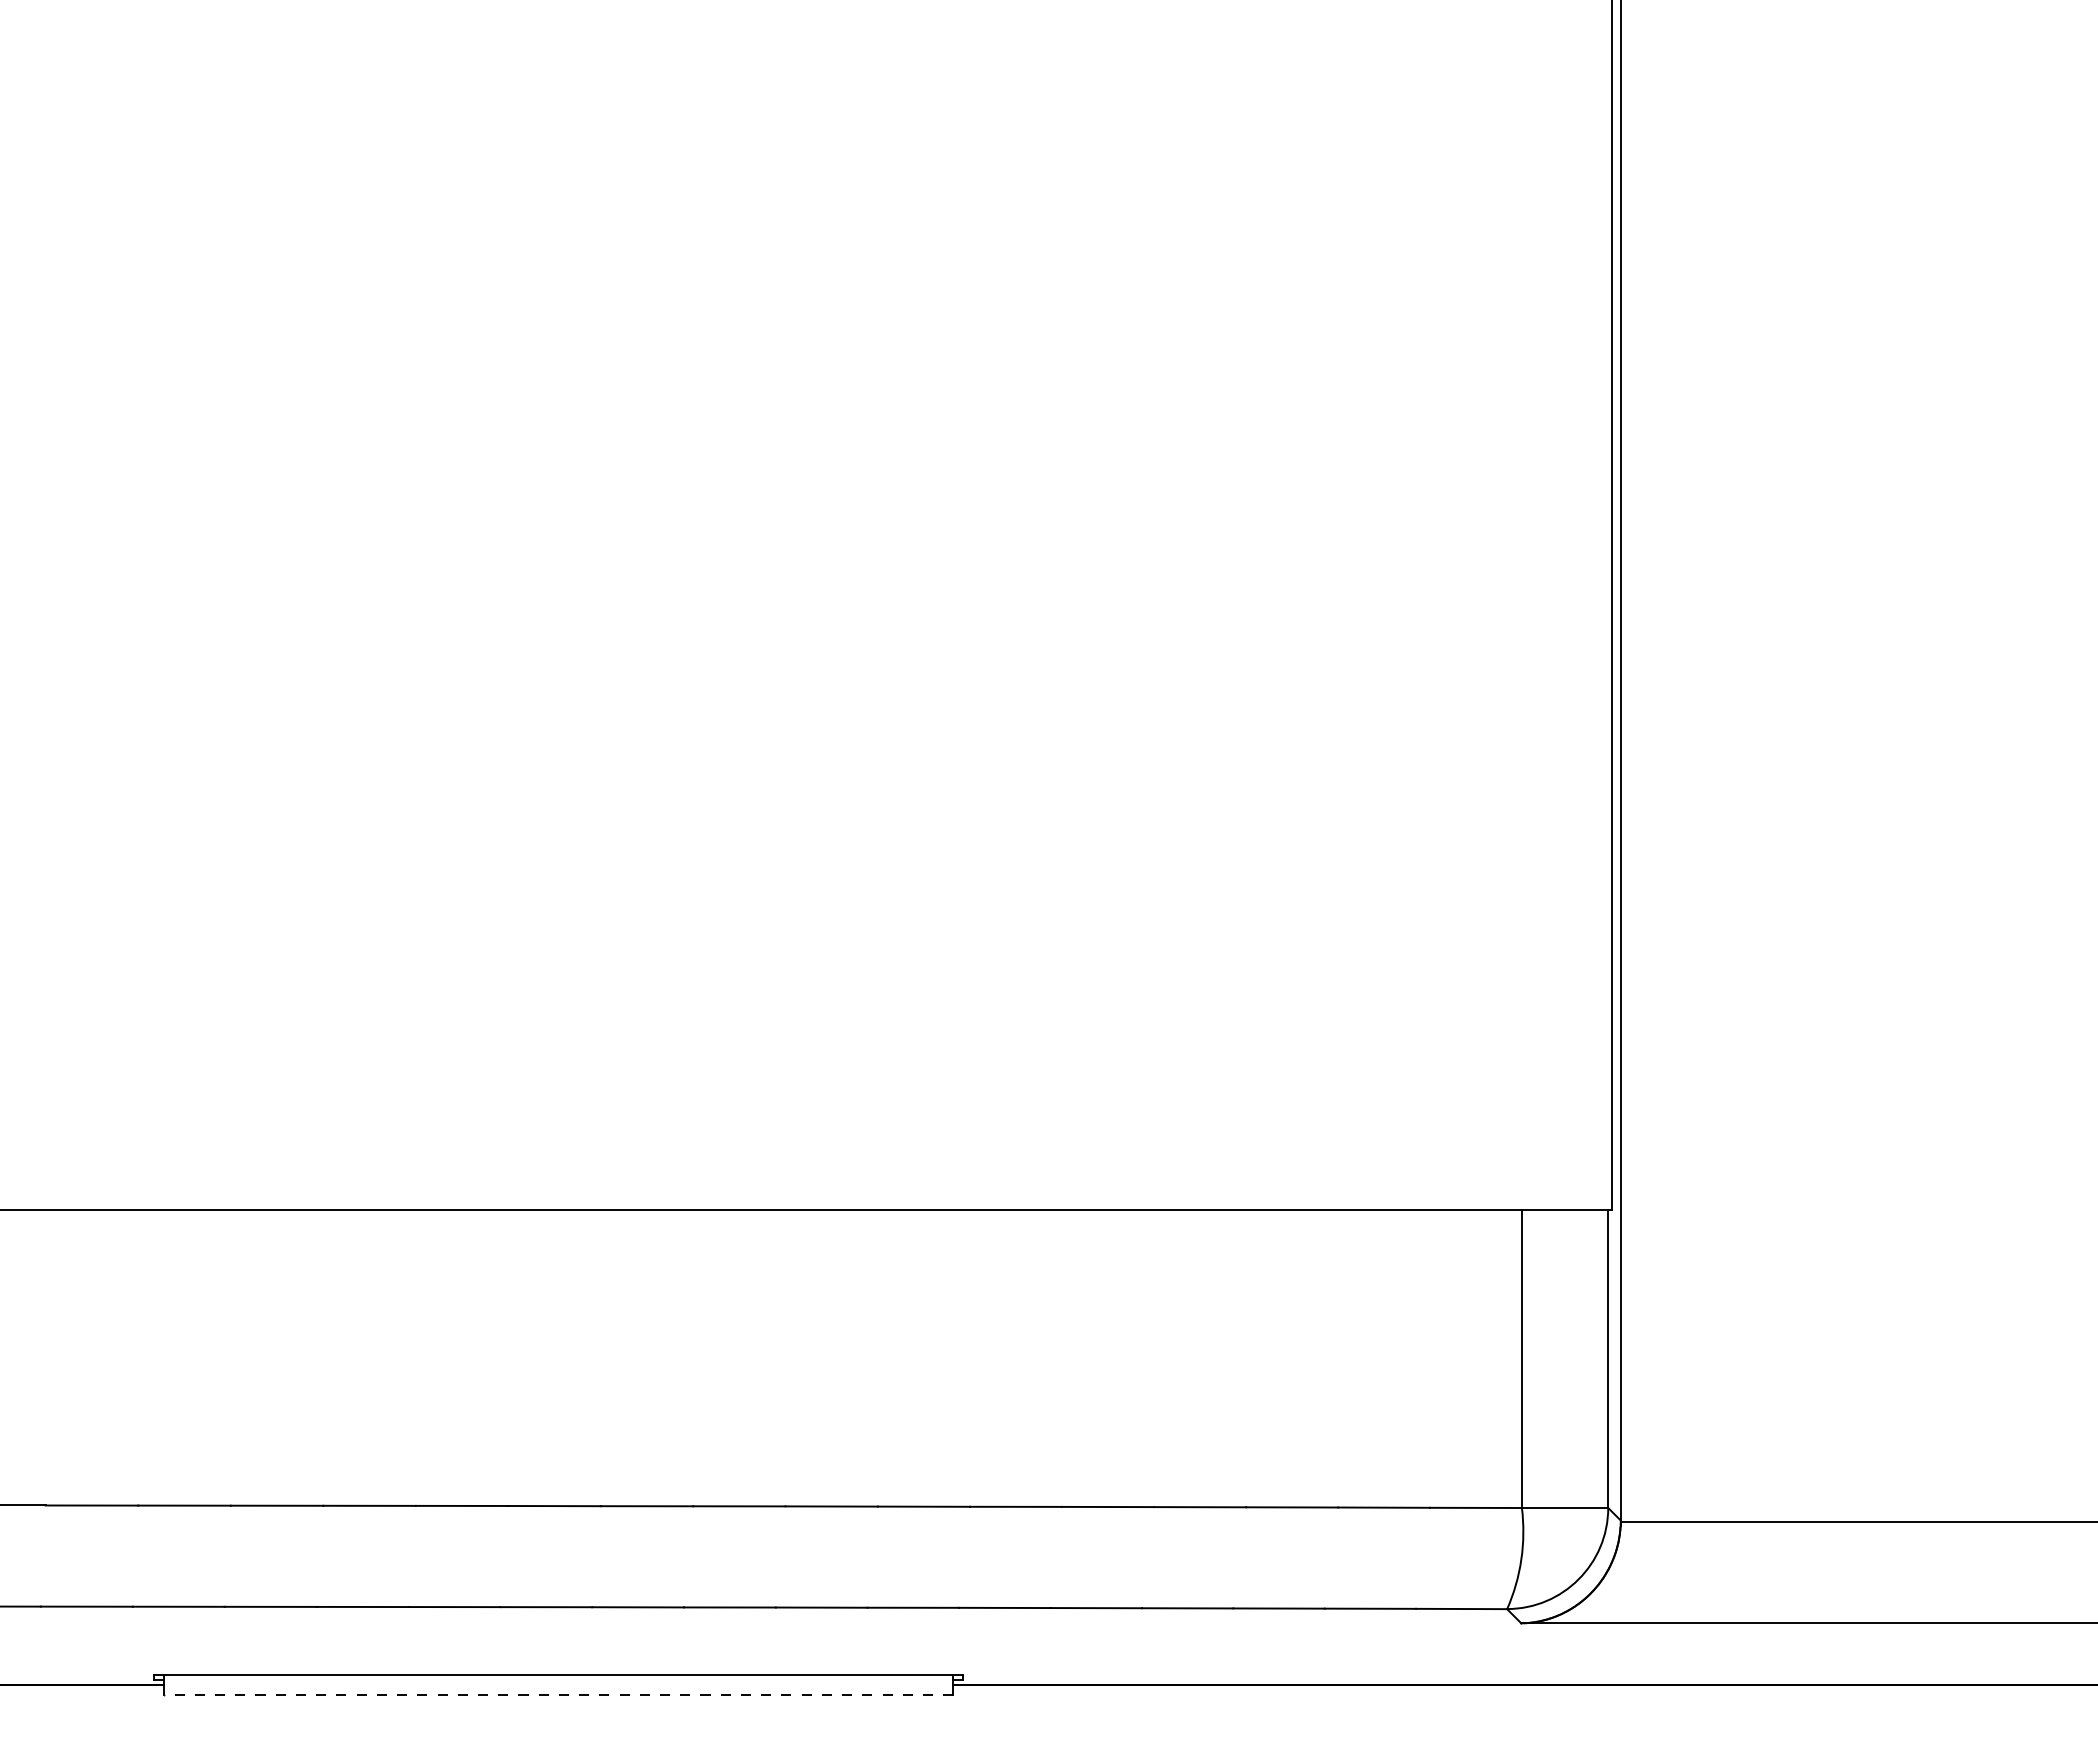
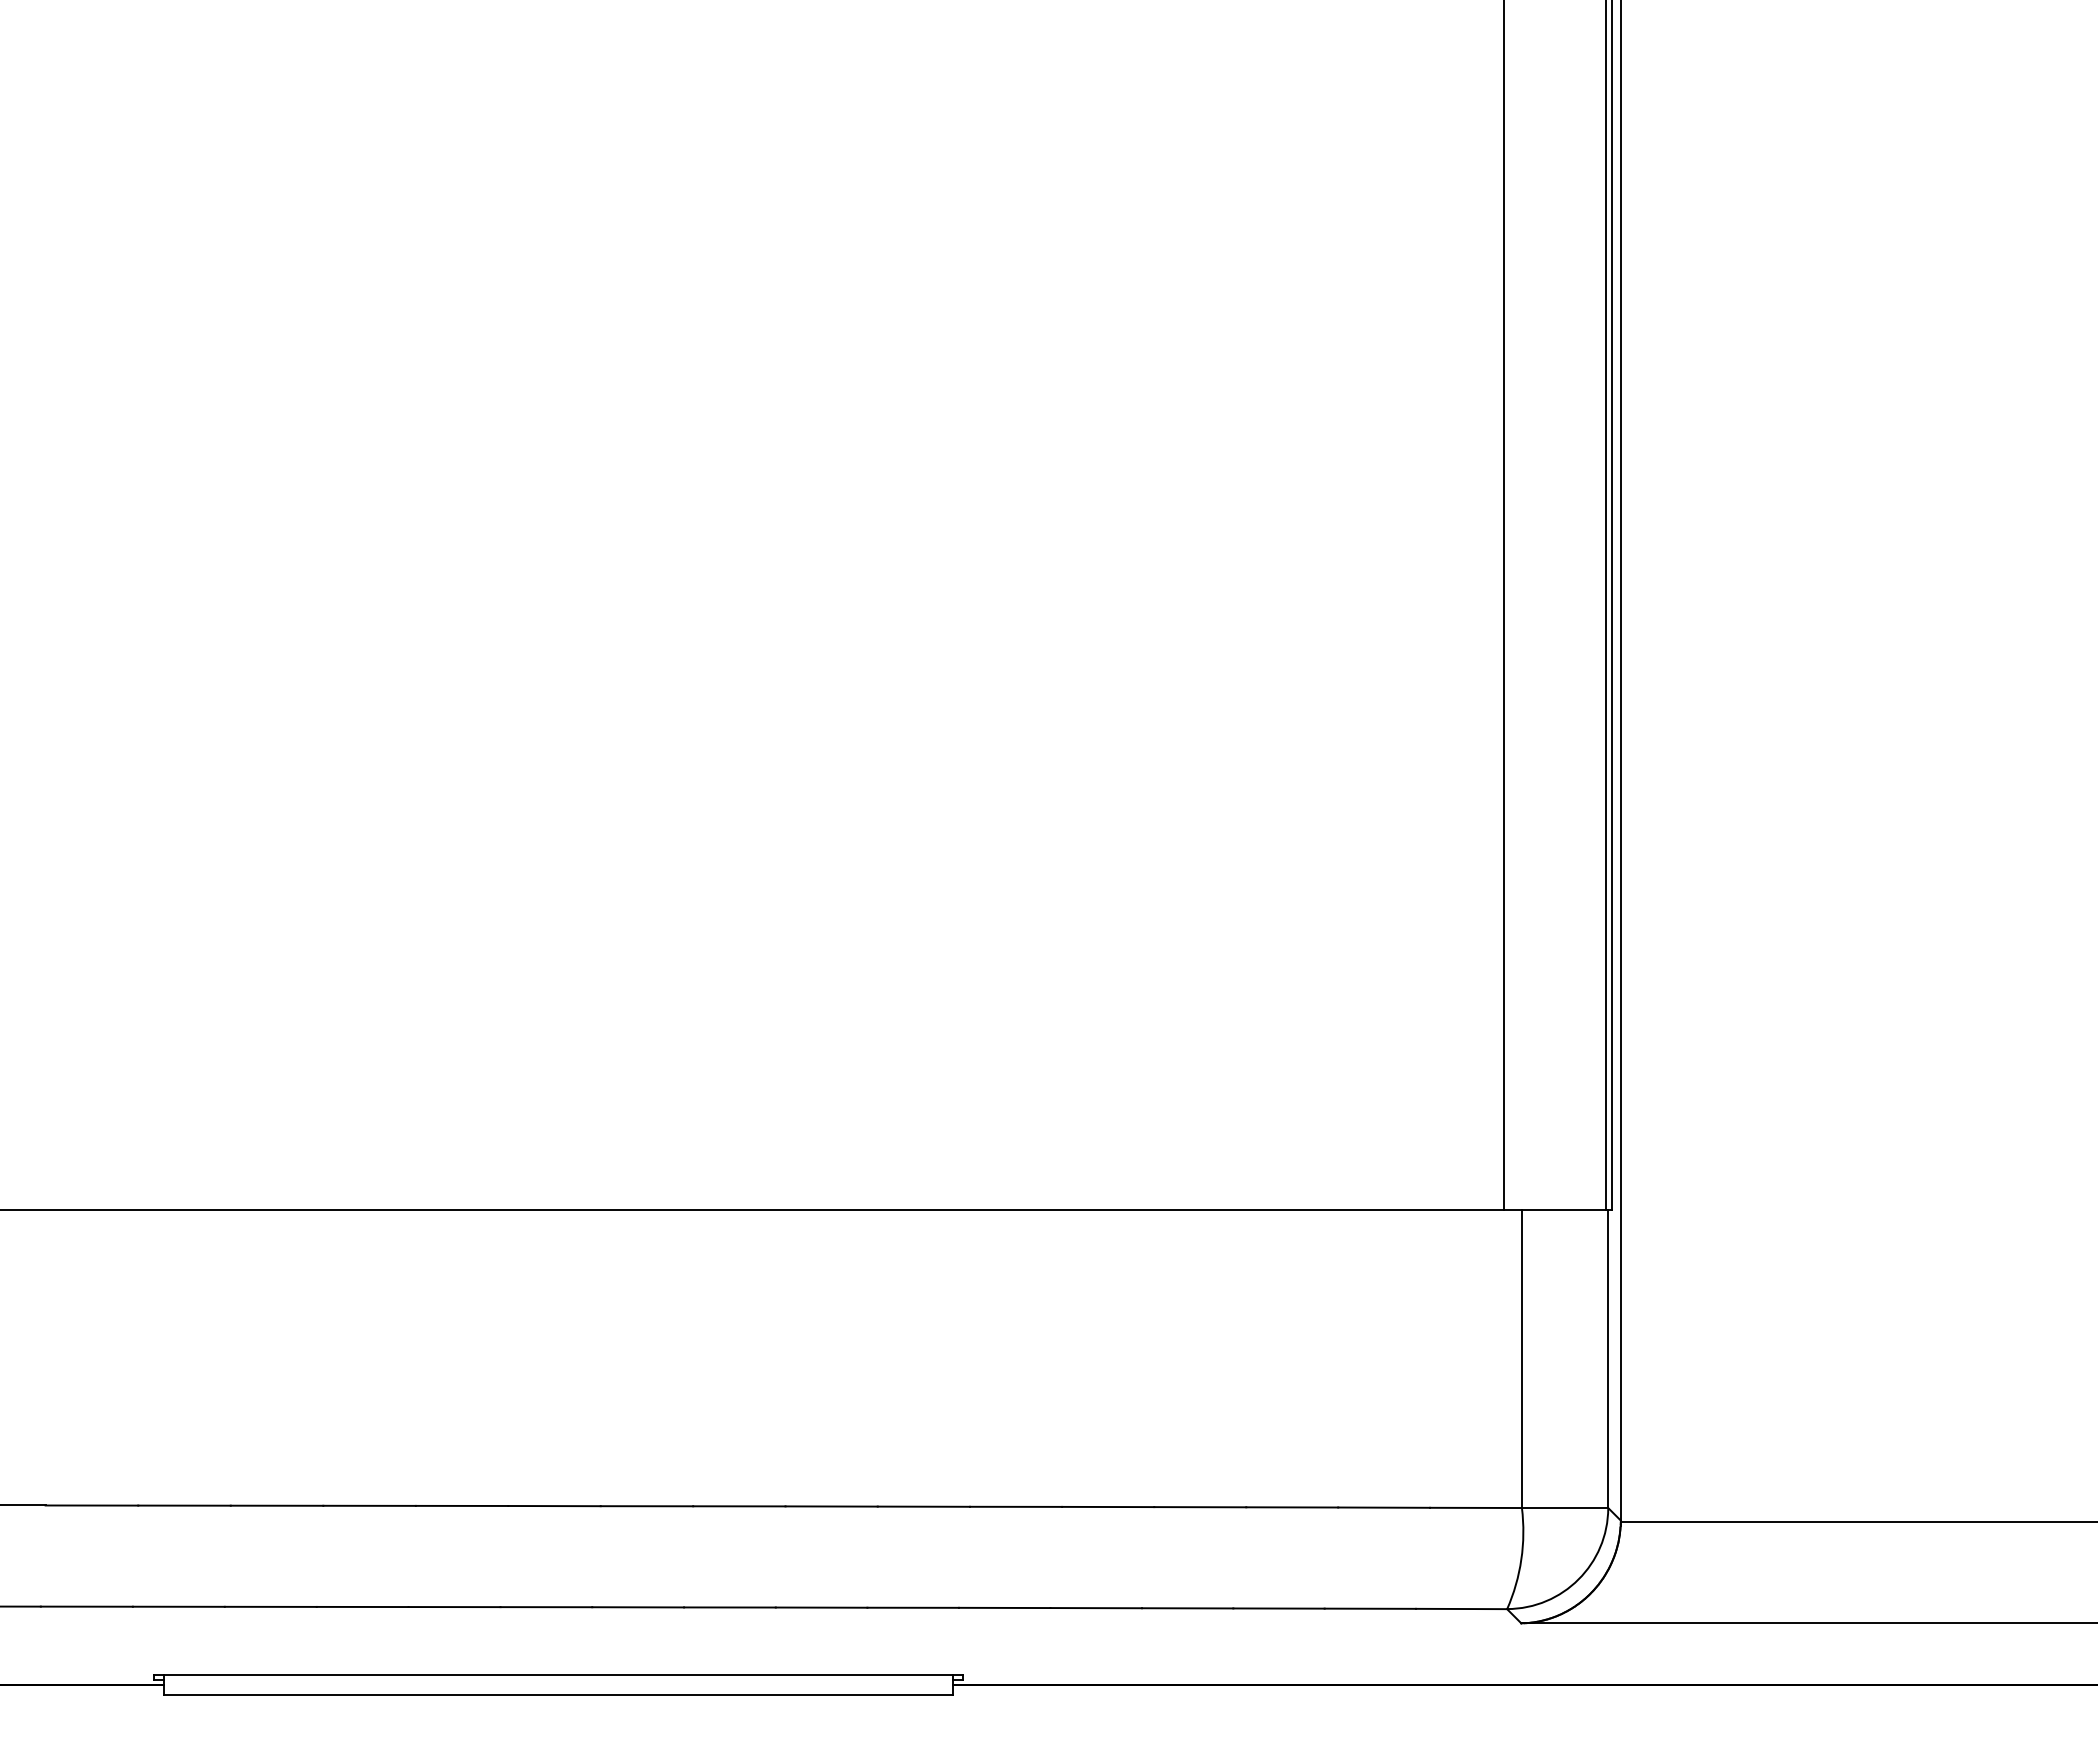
line at (1504, 605): none -> present
line at (1605, 605): none -> present
line at (558, 1695): dashed -> solid
